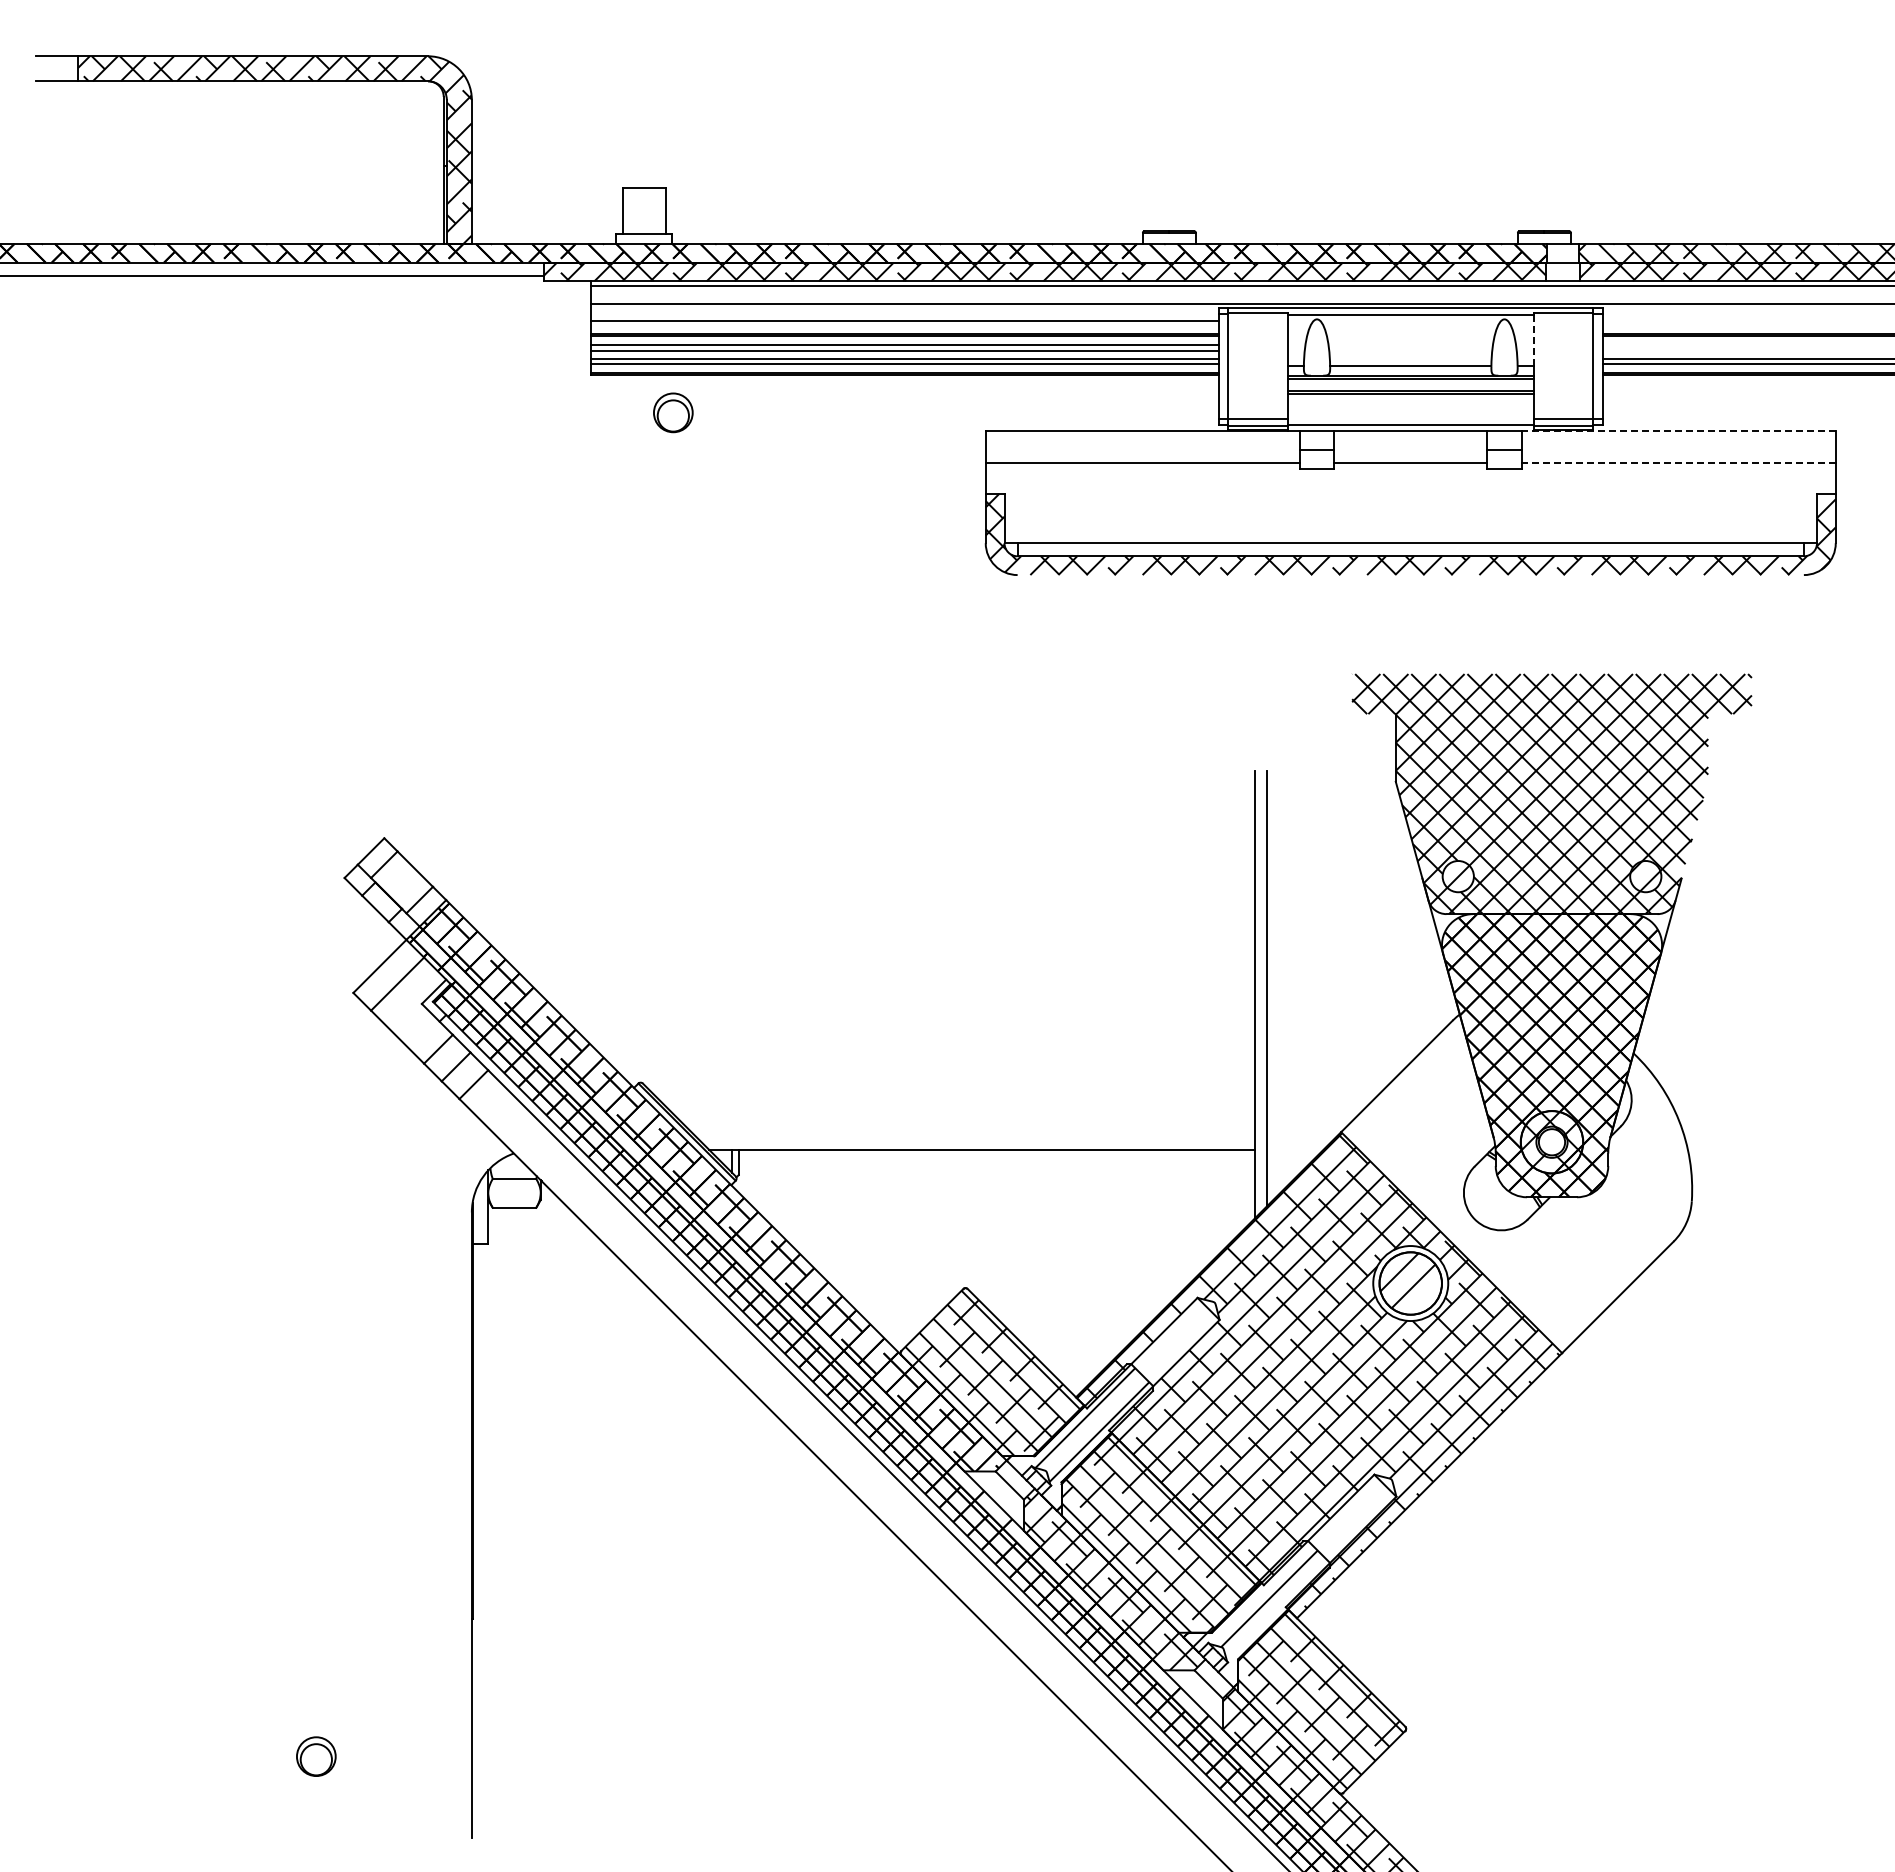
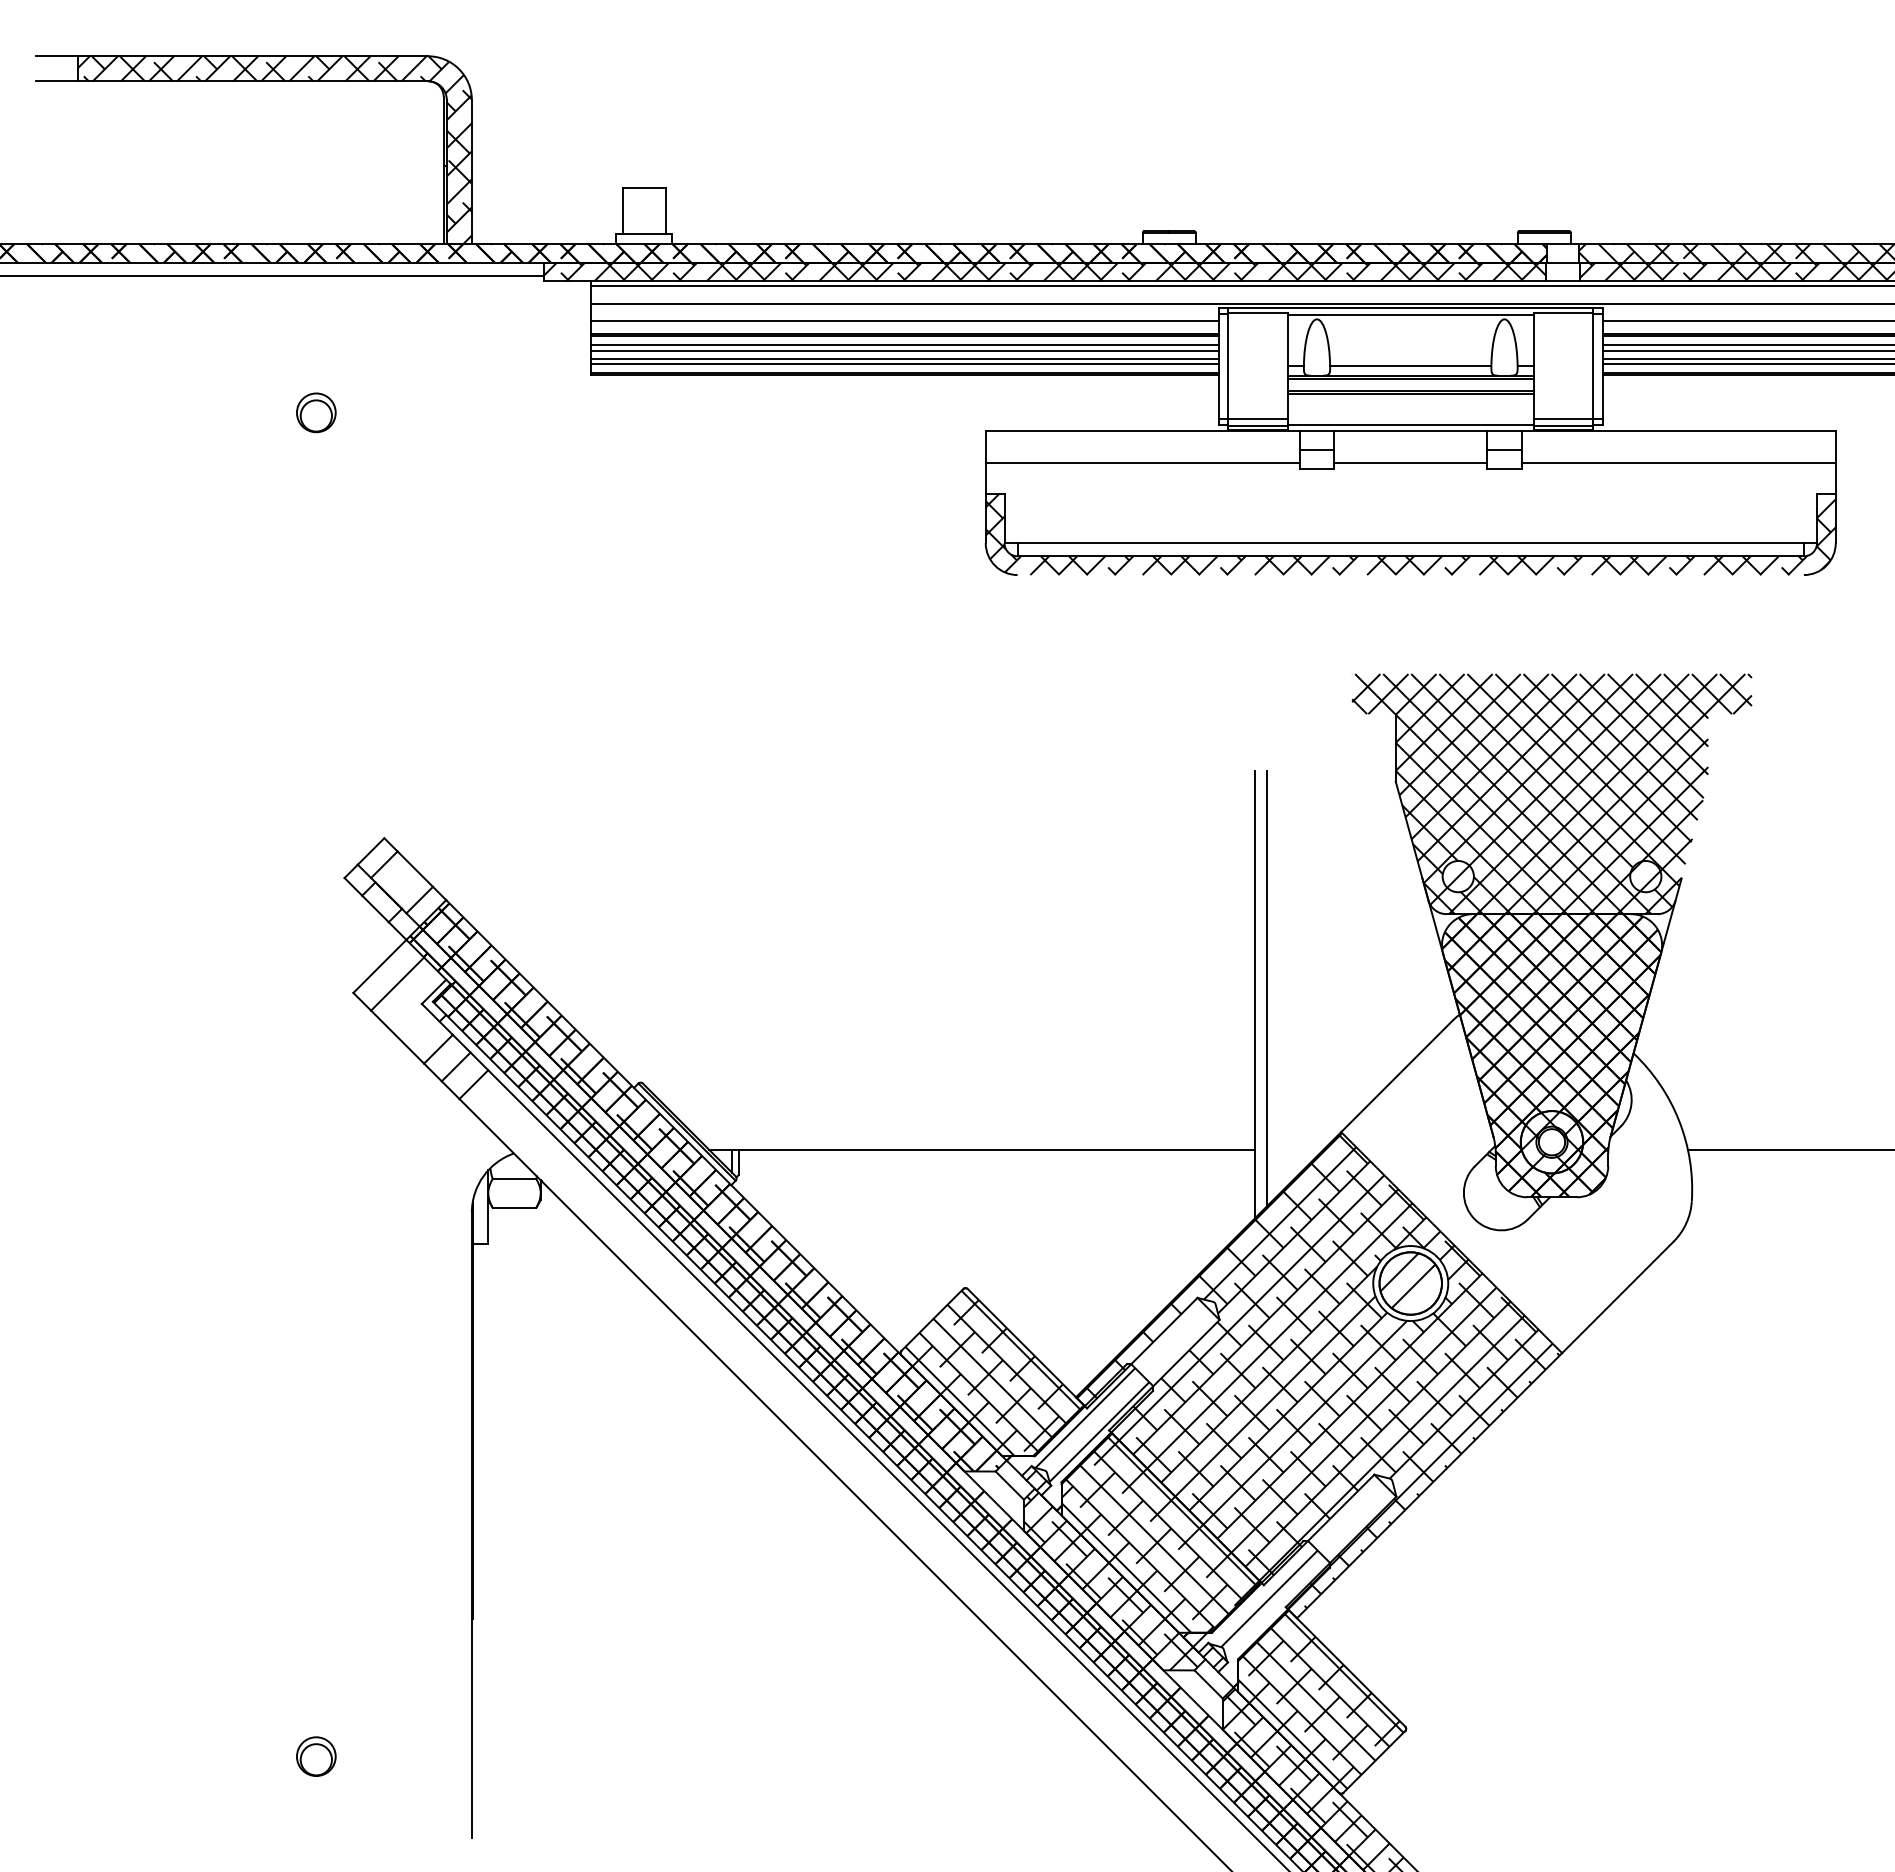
line at (1746, 321): none -> present
line at (1533, 340): dashed -> solid
line at (1746, 345): none -> present
line at (1746, 350): none -> present
part at (673, 412) position: (673, 412) -> (316, 412)
line at (1678, 431): dashed -> solid
line at (1678, 463): dashed -> solid
line at (1789, 1150): none -> present
